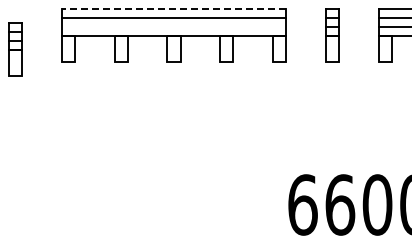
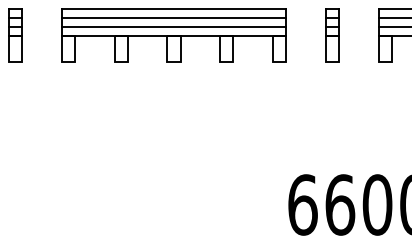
line at (173, 9): dashed -> solid
line at (173, 26): none -> present
part at (15, 49) position: (15, 49) -> (15, 35)
